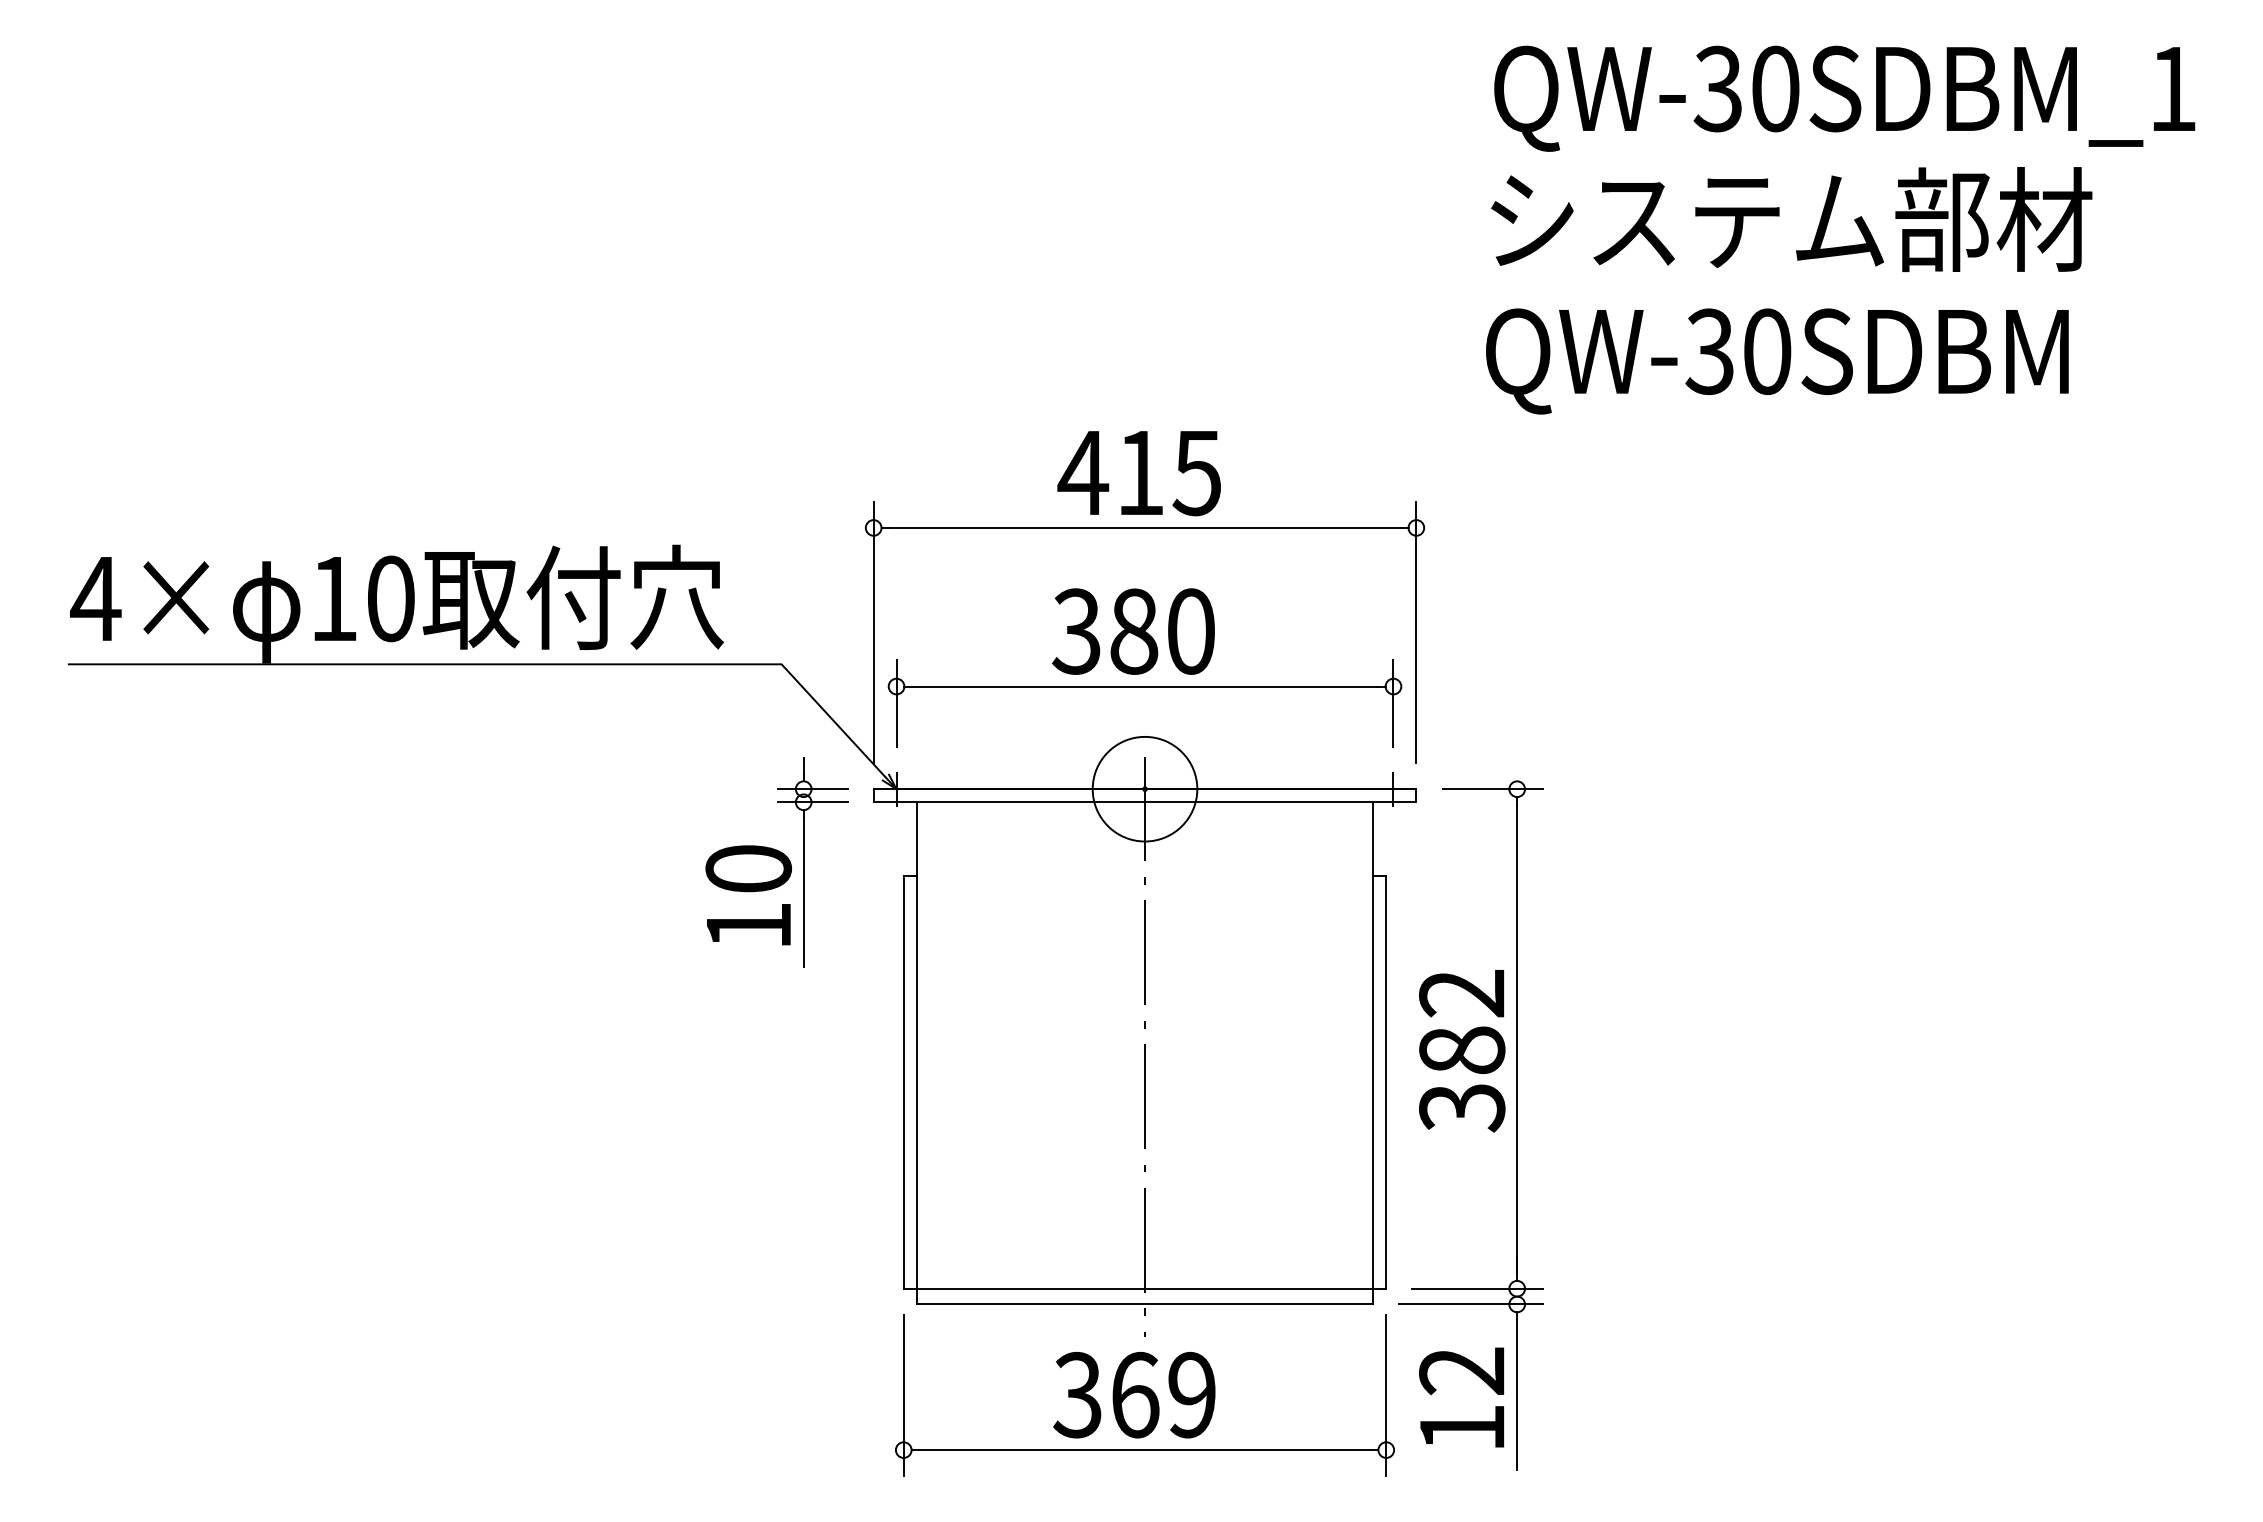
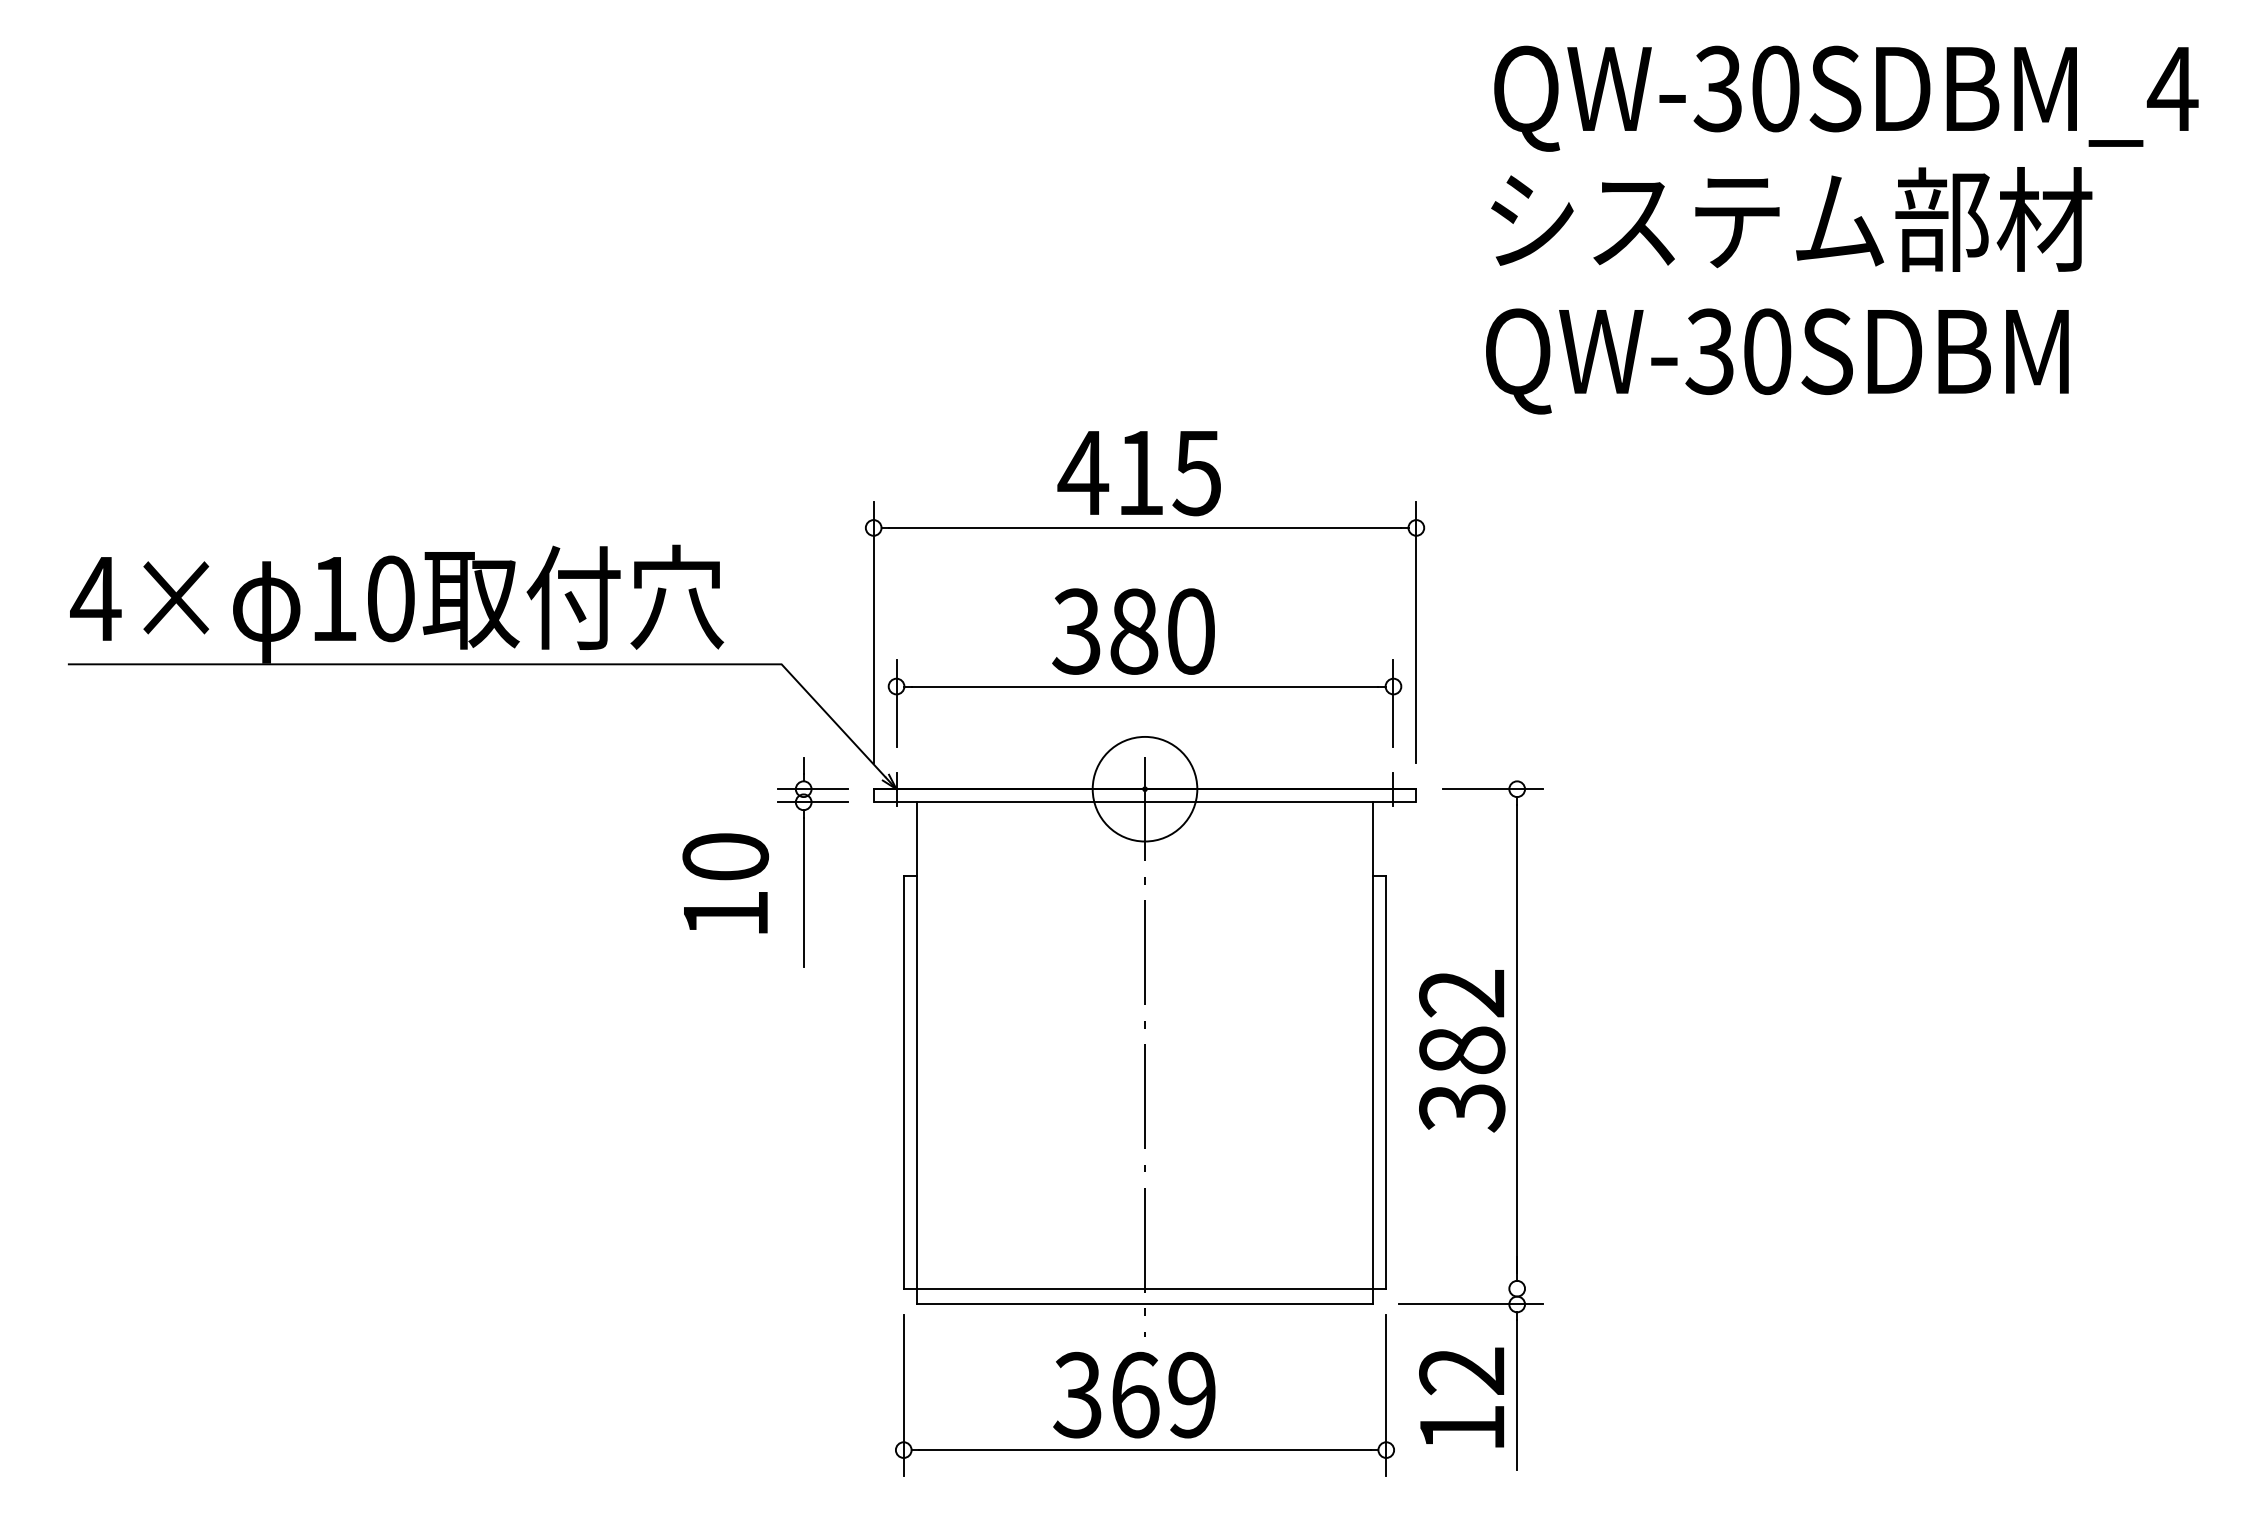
text at (2172, 88): QW-30SDBM_1 -> QW-30SDBM_4
text at (748, 895) position: (748, 895) -> (725, 883)
line at (1477, 1288): present -> none
